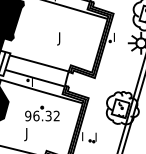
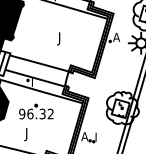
text at (116, 36): I -> A
part at (42, 113) position: (42, 113) -> (36, 111)
text at (84, 136): I -> A
